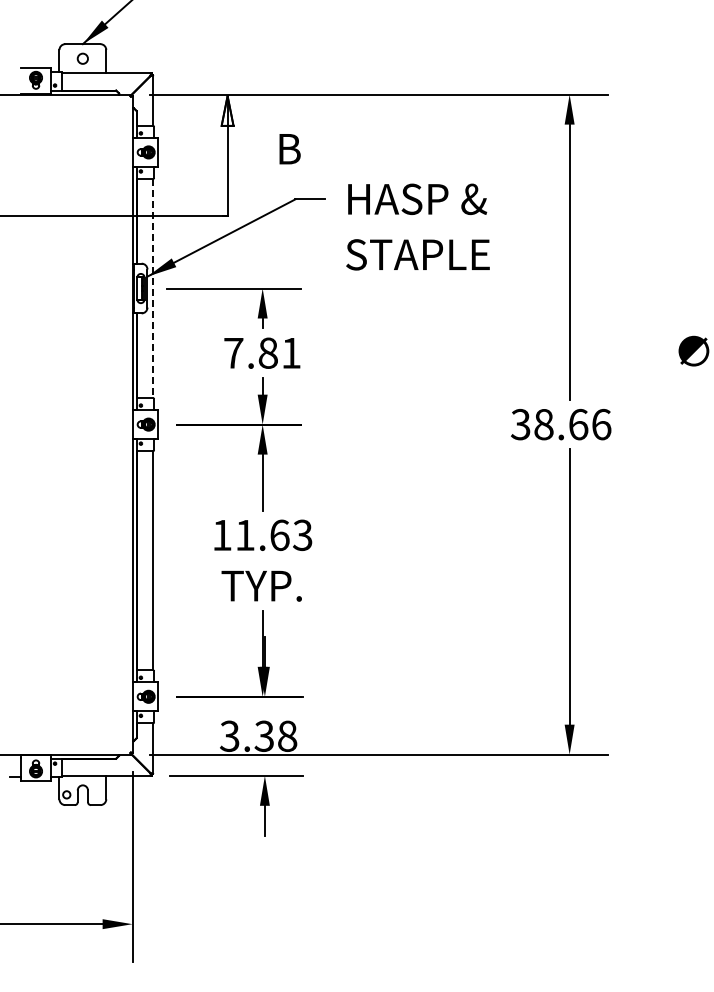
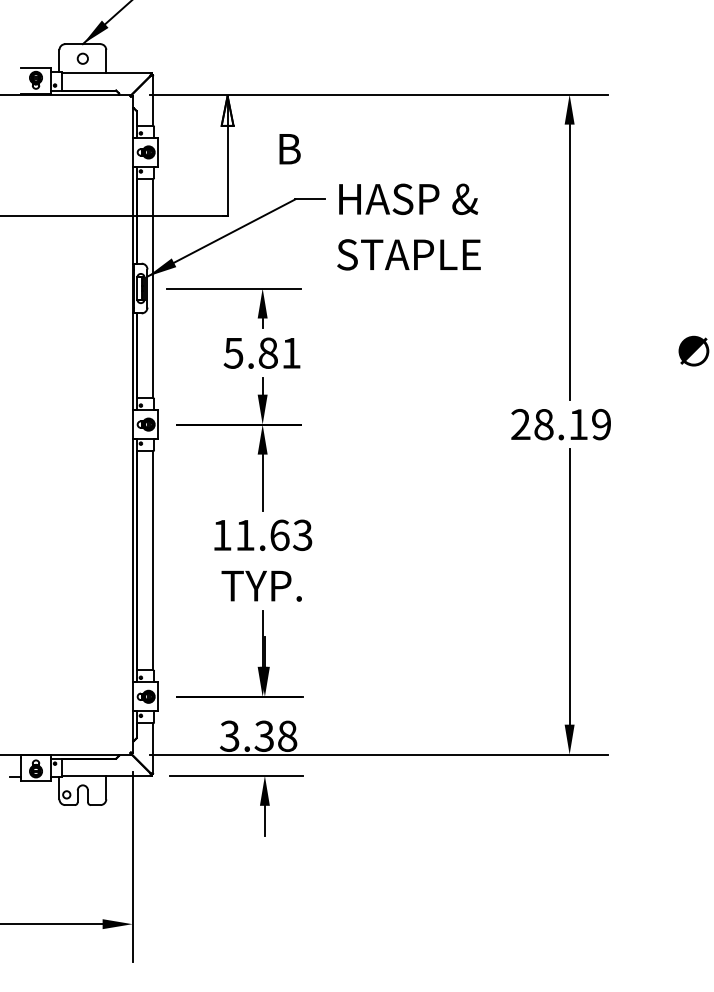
text at (417, 226) position: (417, 226) -> (408, 226)
line at (153, 288): dashed -> solid
text at (233, 353): 7.81 -> 5.81
text at (561, 424): 38.66 -> 28.19
